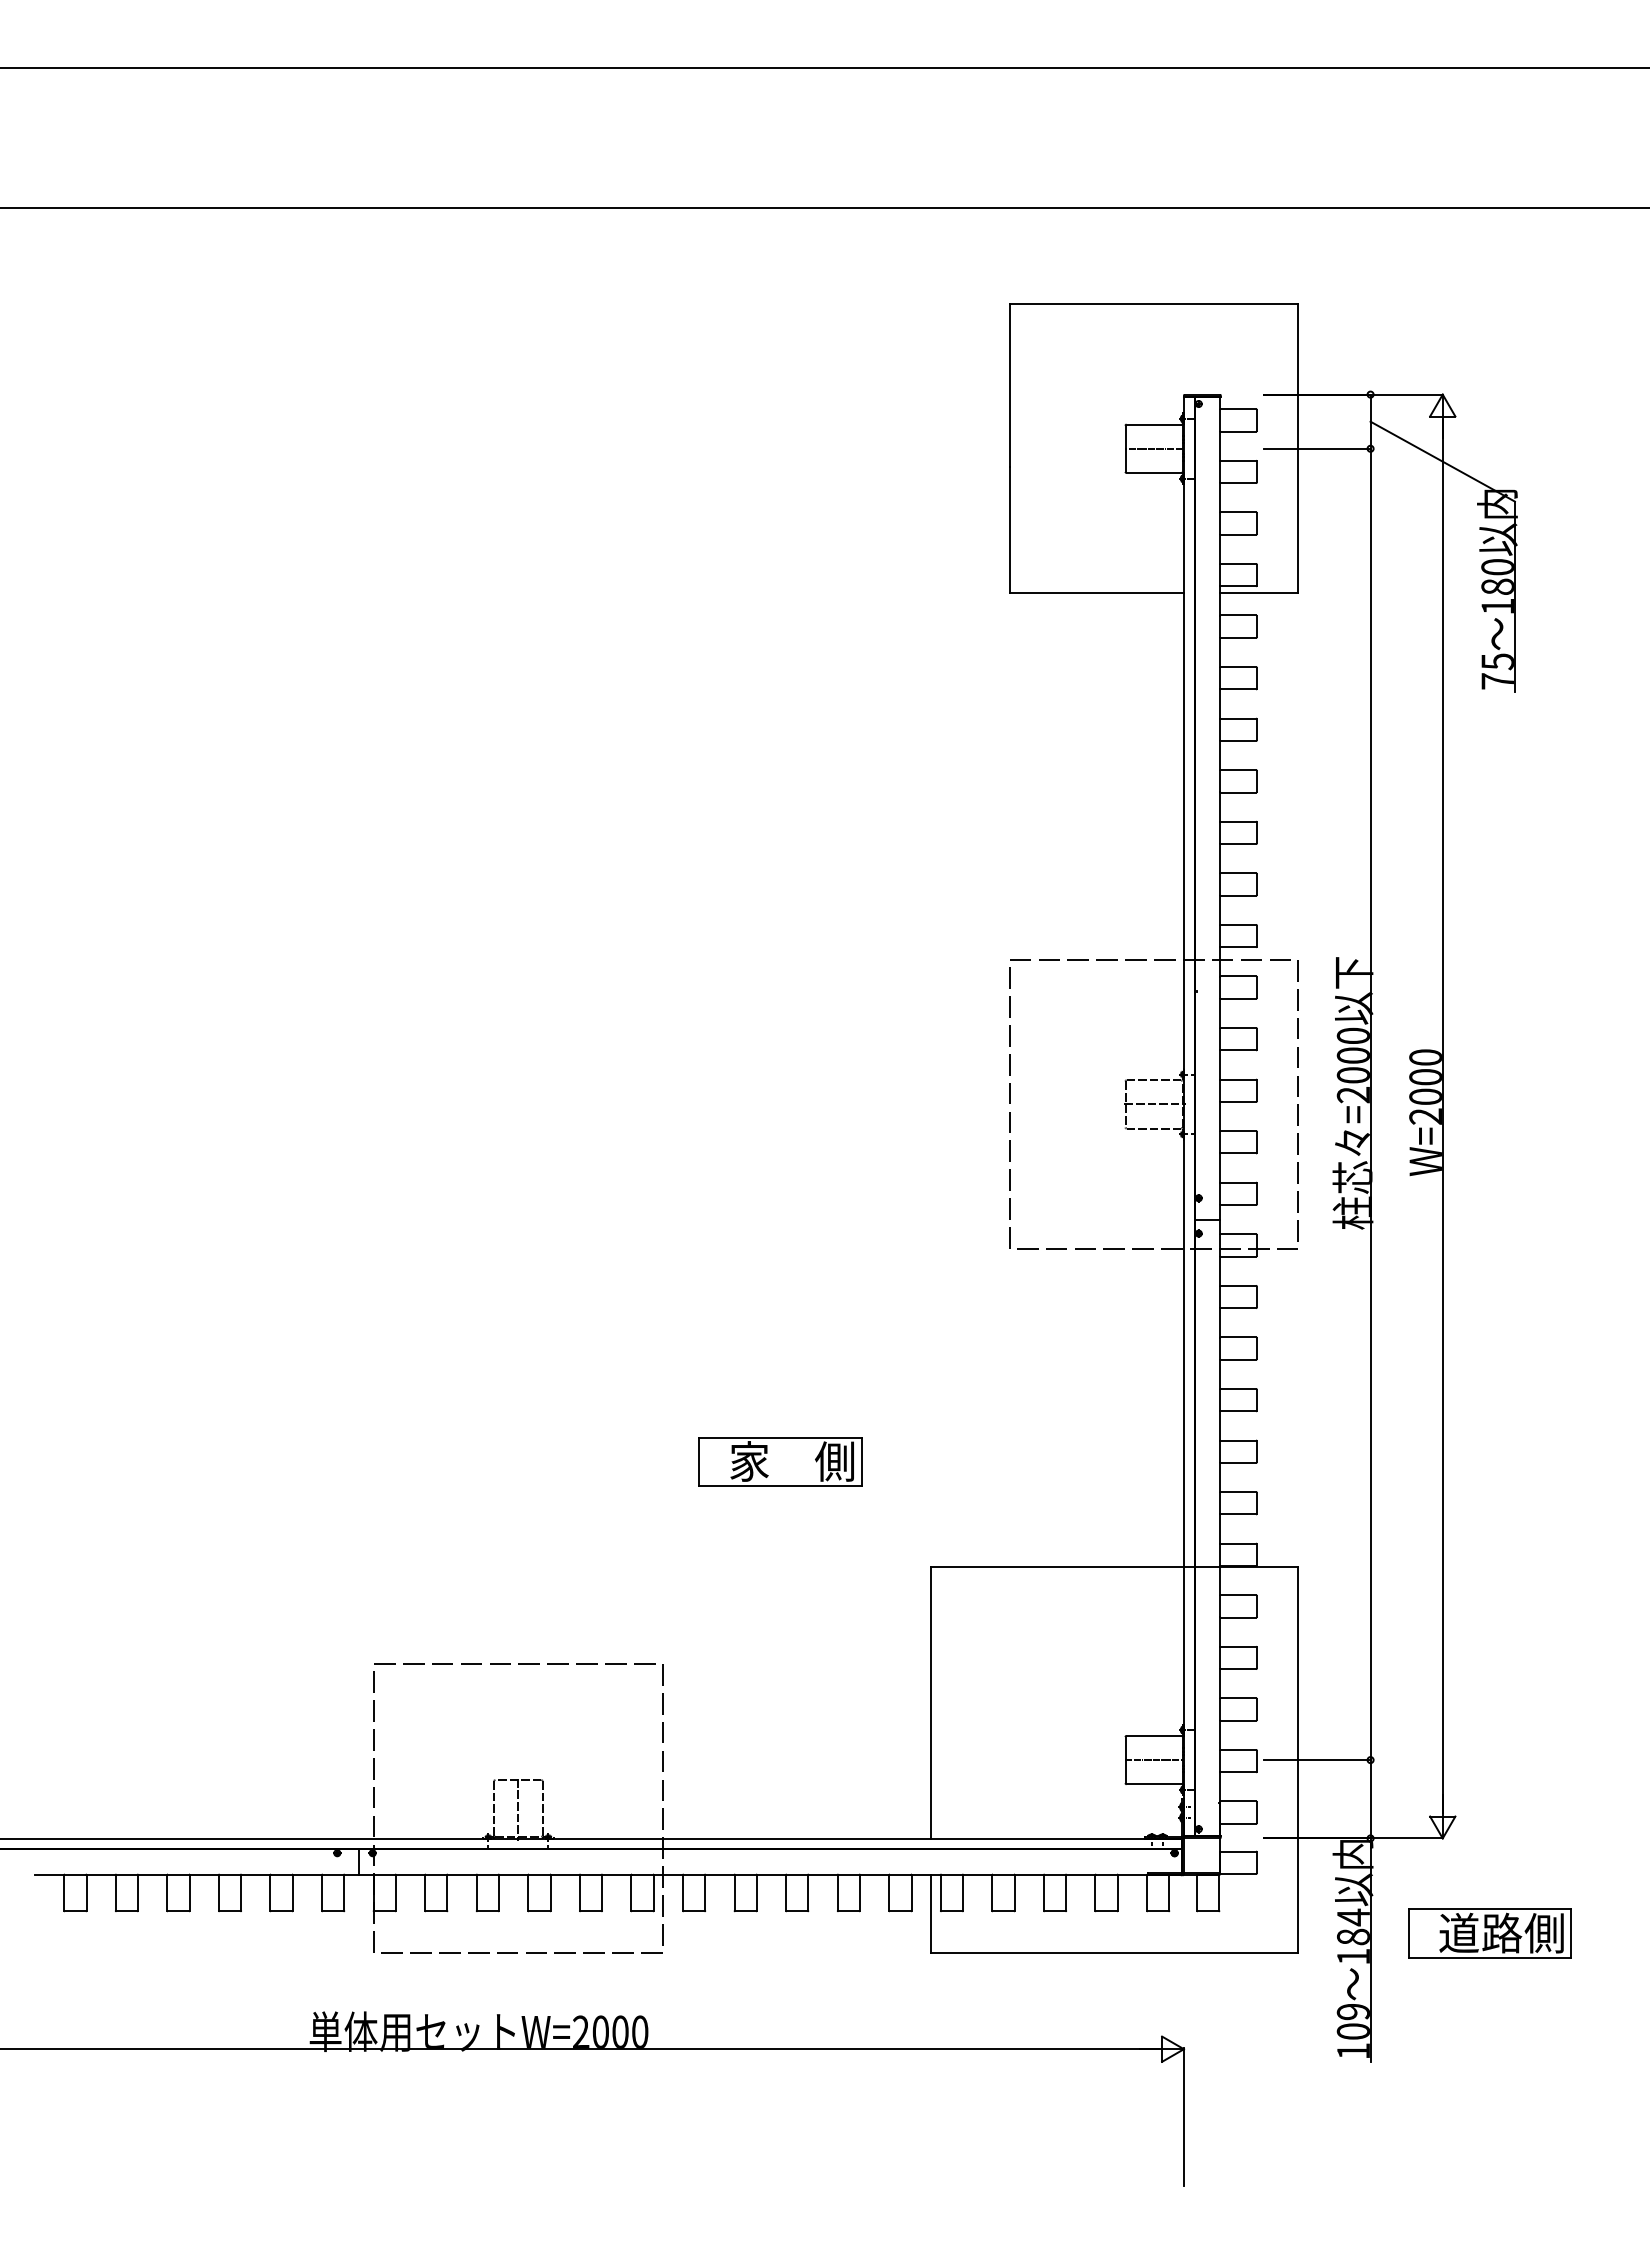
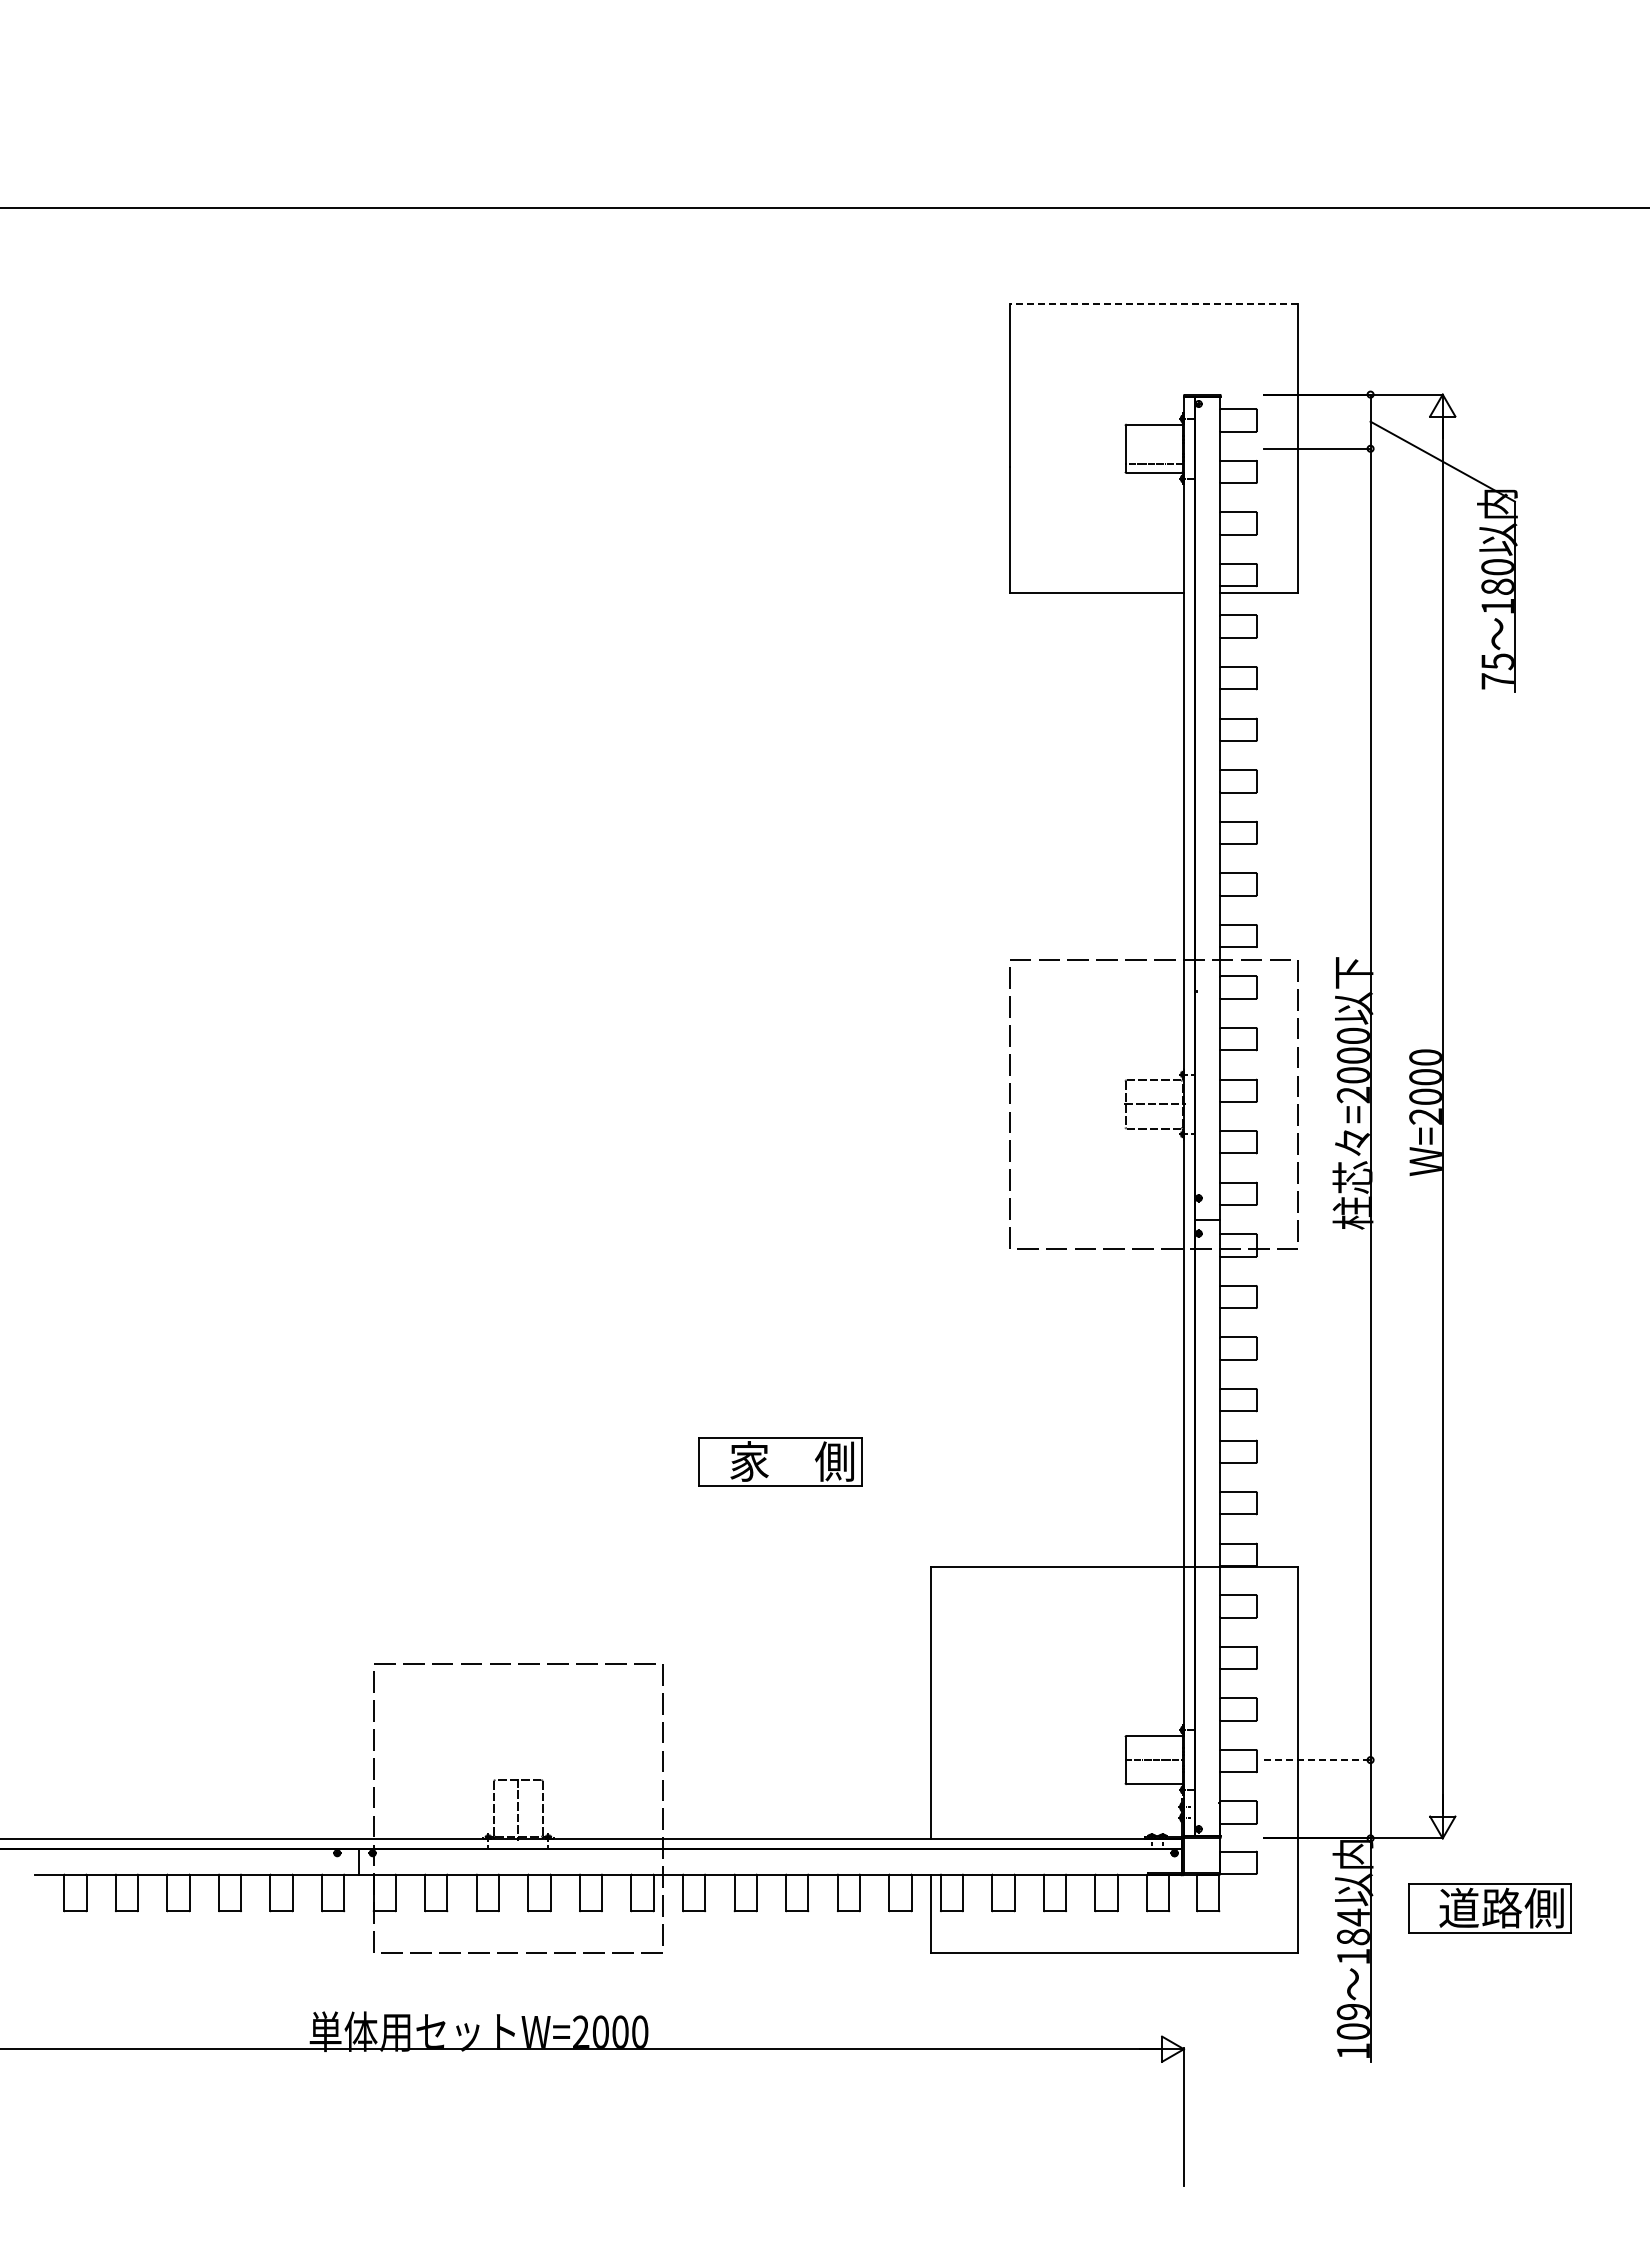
line at (824, 67): present -> none
line at (1153, 304): solid -> dashed
line at (1153, 448) position: (1153, 448) -> (1153, 463)
line at (1317, 1760): solid -> dashed
part at (1489, 1933) position: (1489, 1933) -> (1489, 1908)
